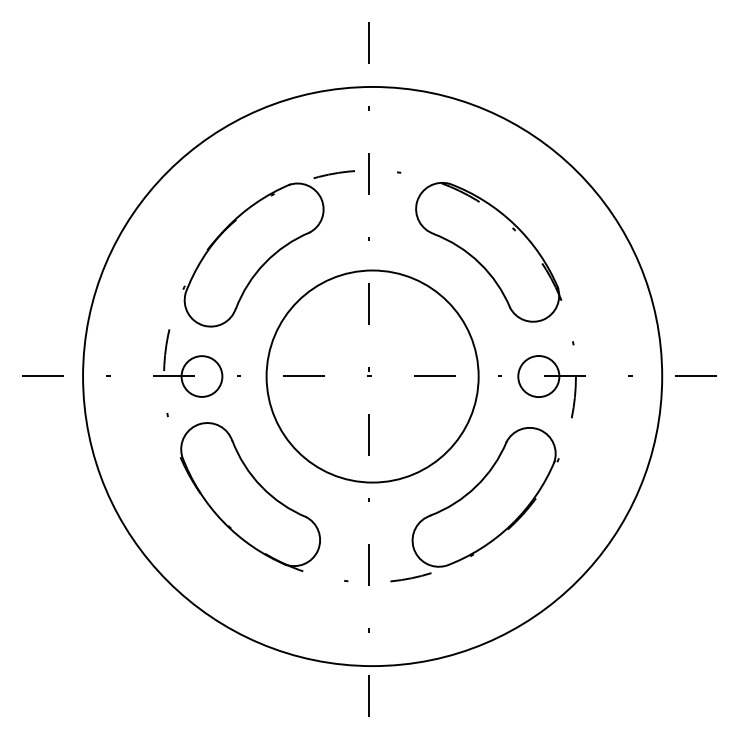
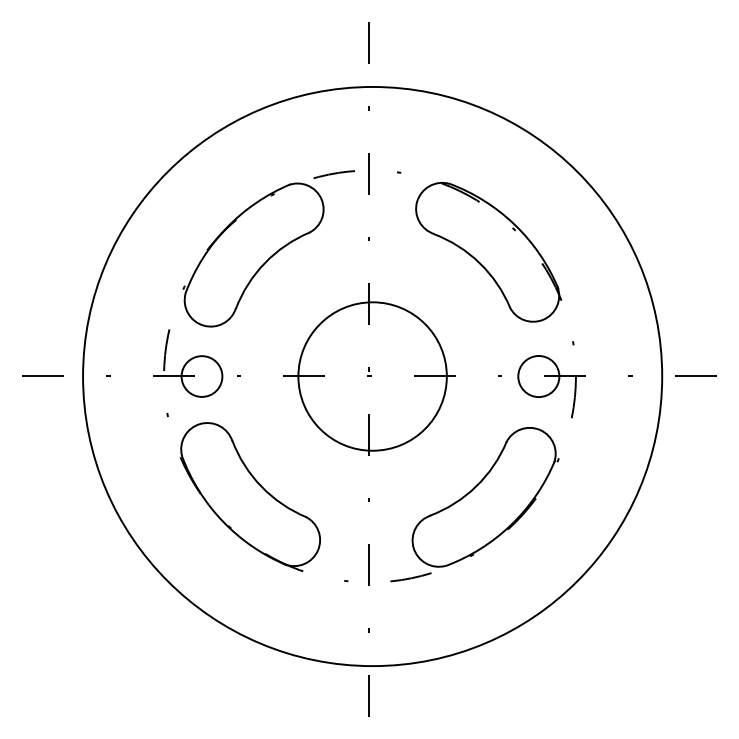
circle at (372, 376) diameter: 212 px -> 148 px
